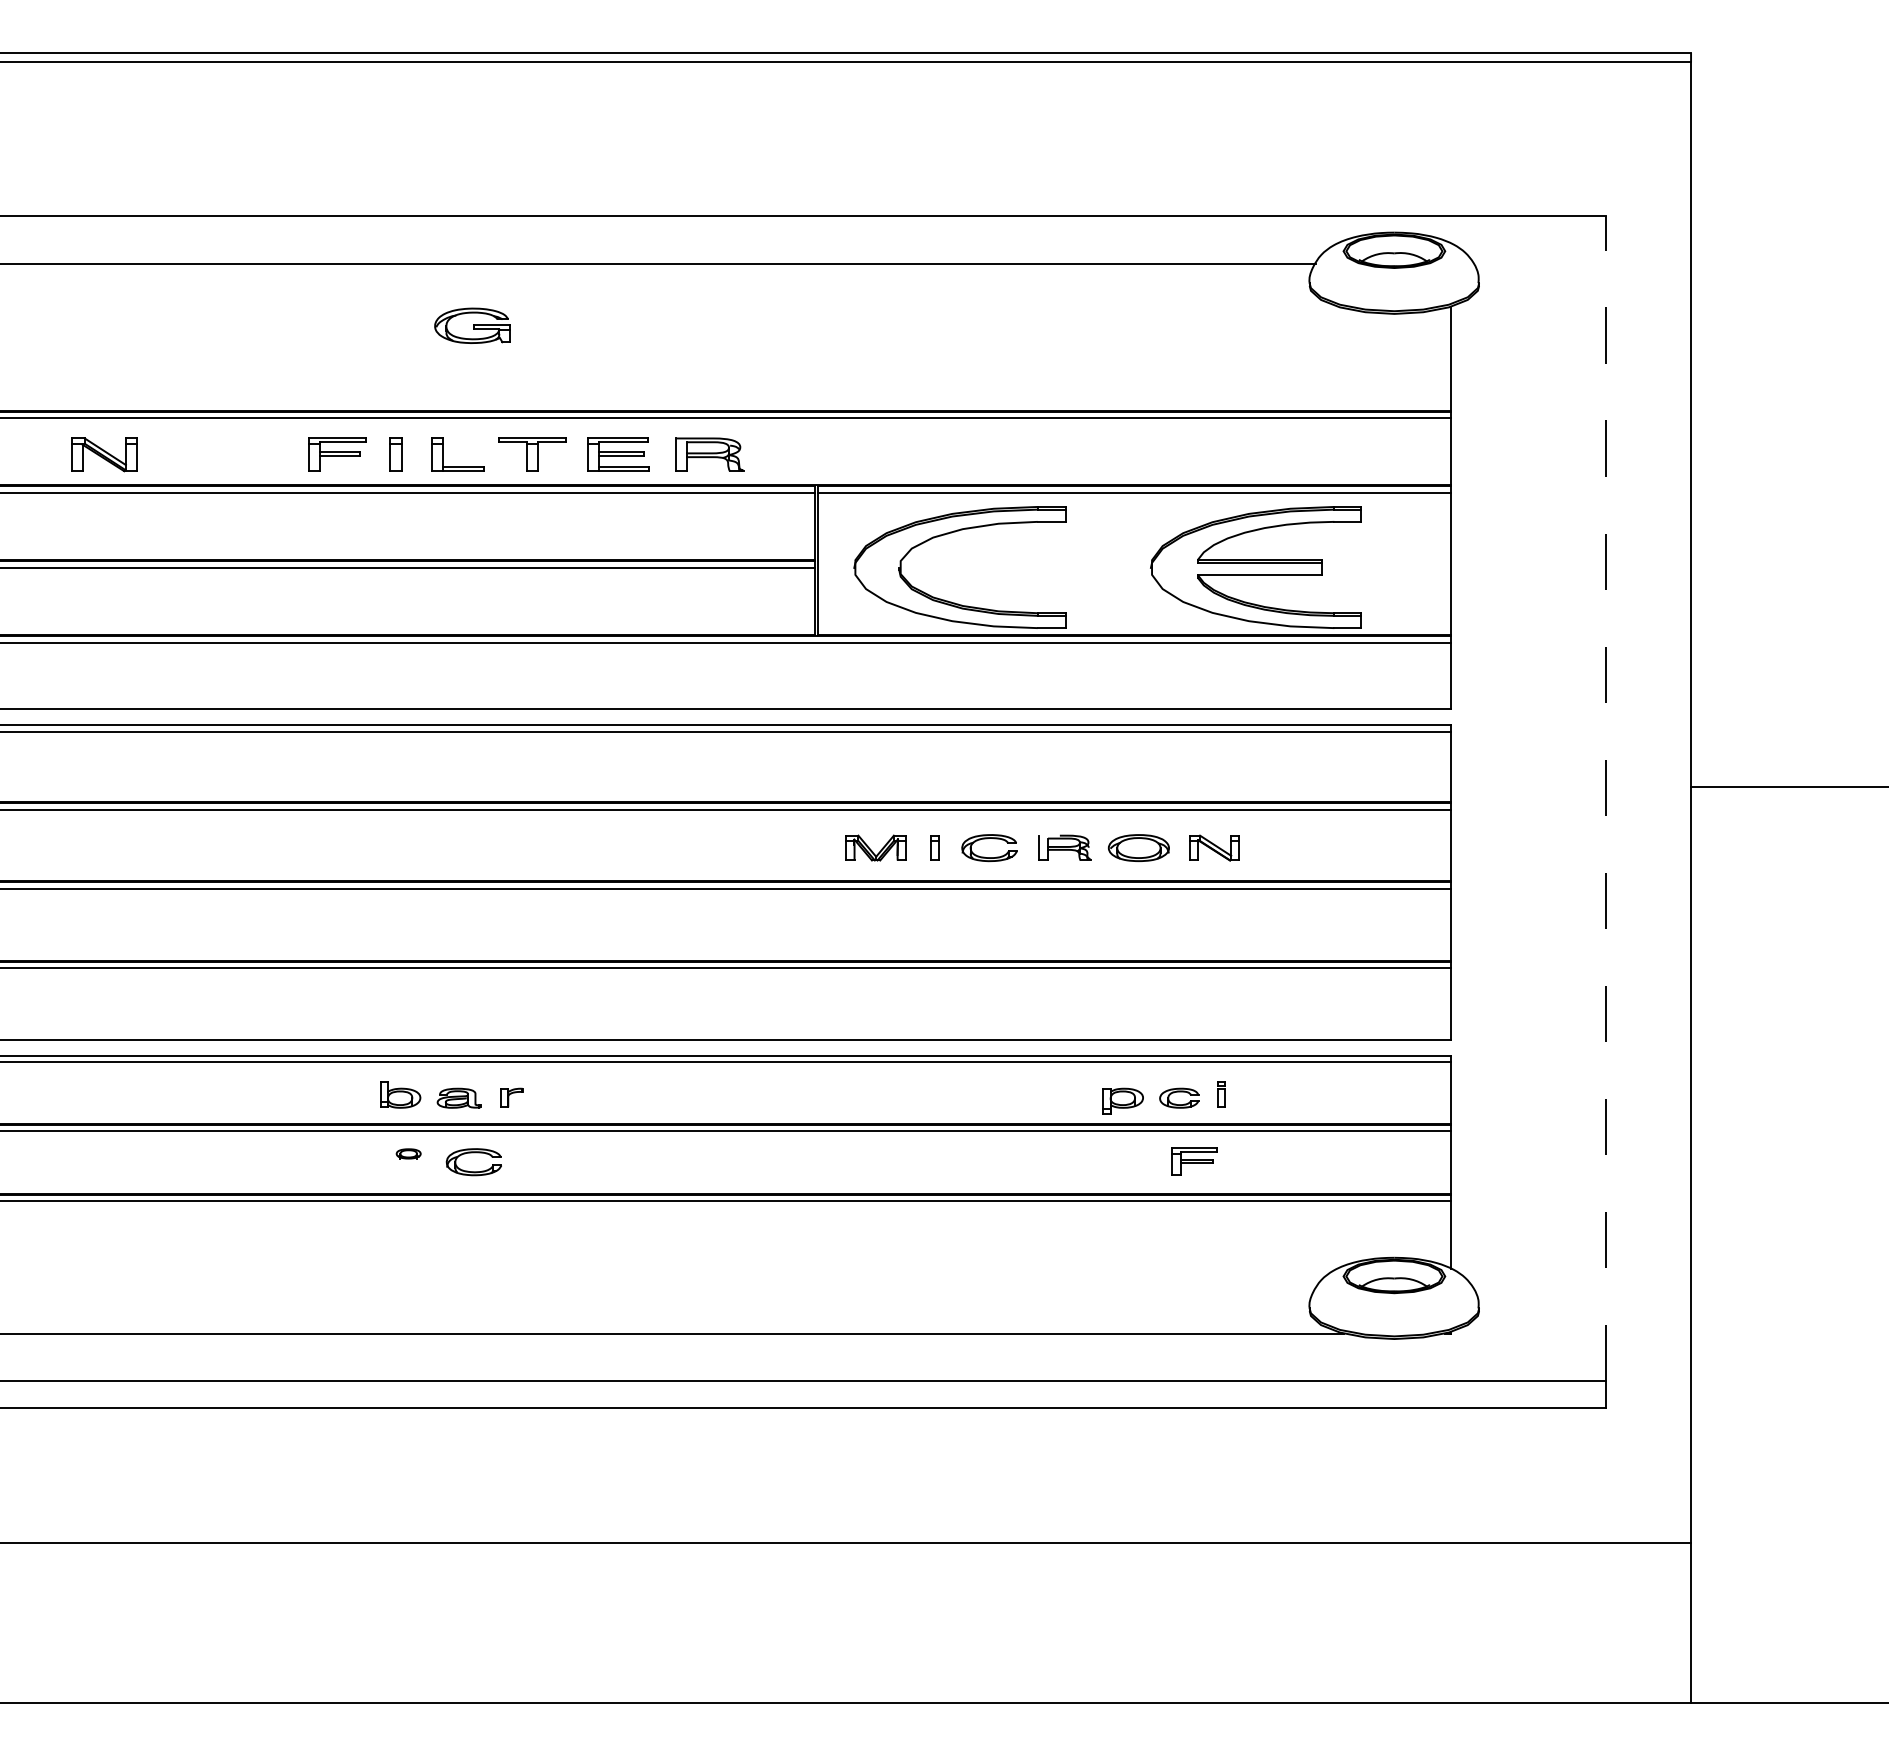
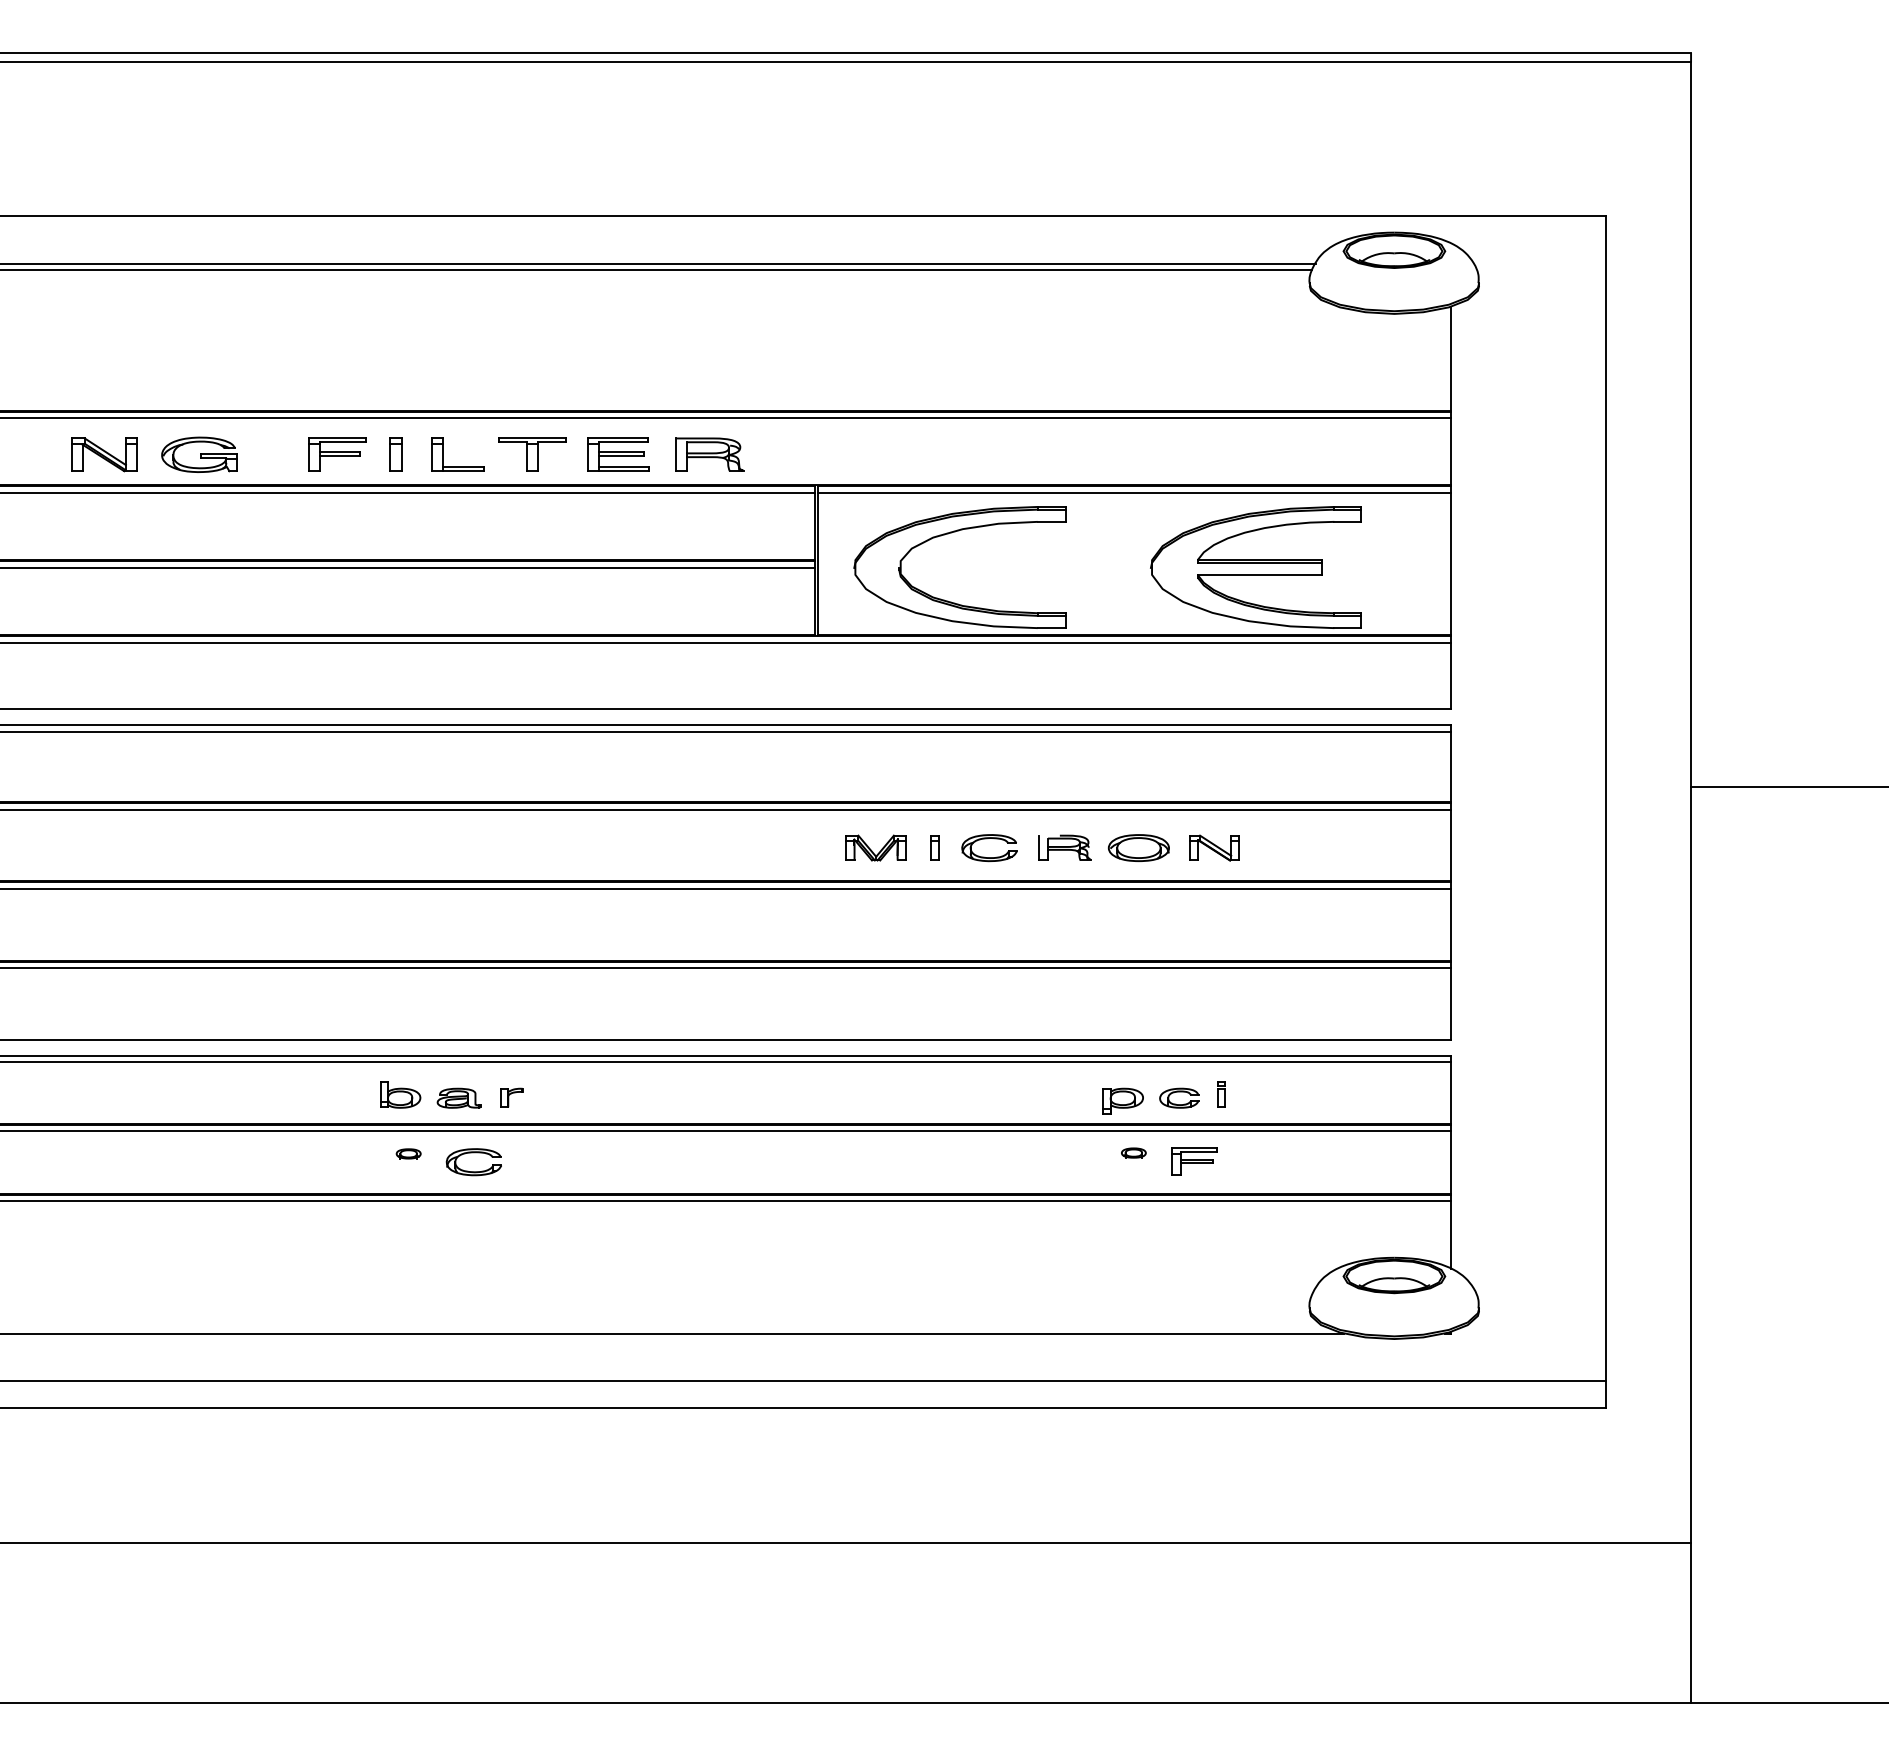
line at (657, 270): none -> present
part at (472, 325) position: (472, 325) -> (199, 454)
line at (1606, 798): dashed -> solid
part at (1133, 1152): none -> present
